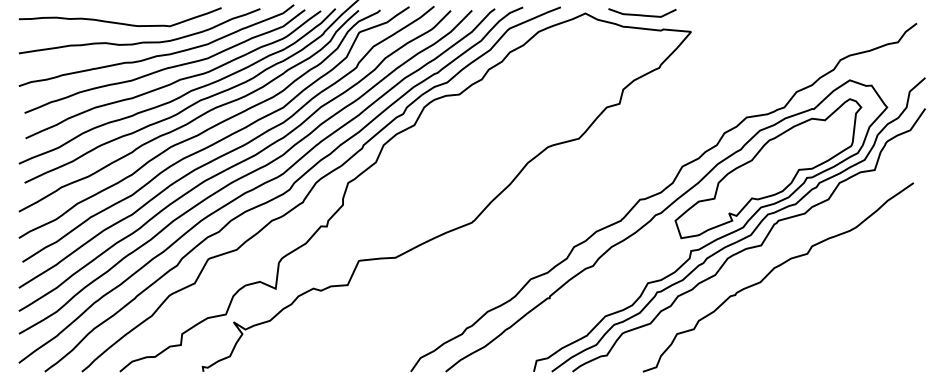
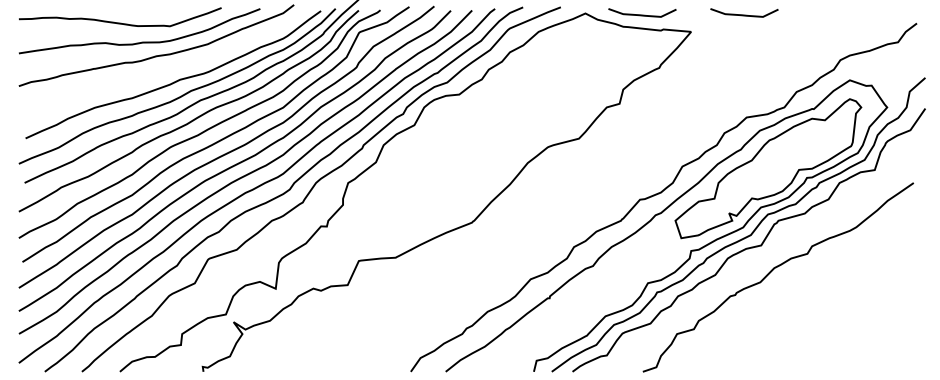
curve at (744, 14): none -> present
curve at (165, 67): present -> none
